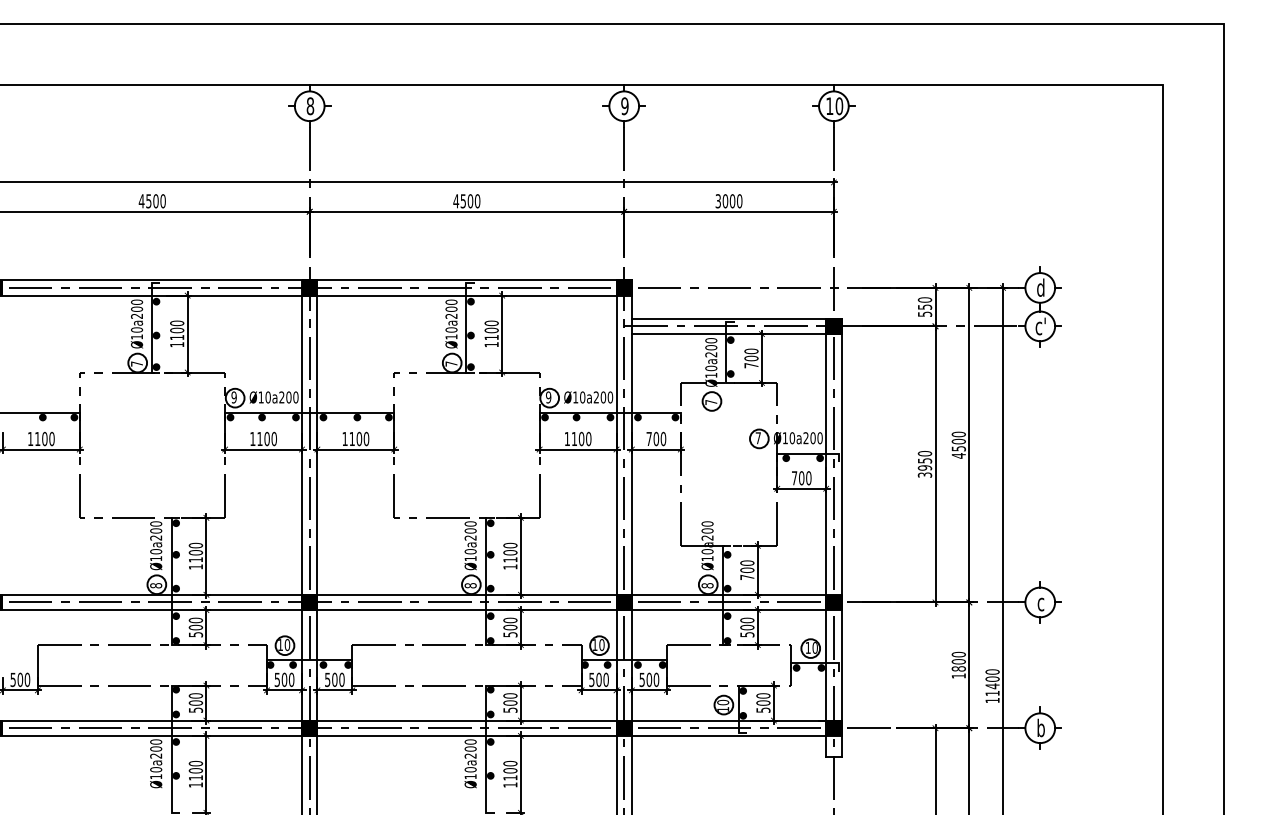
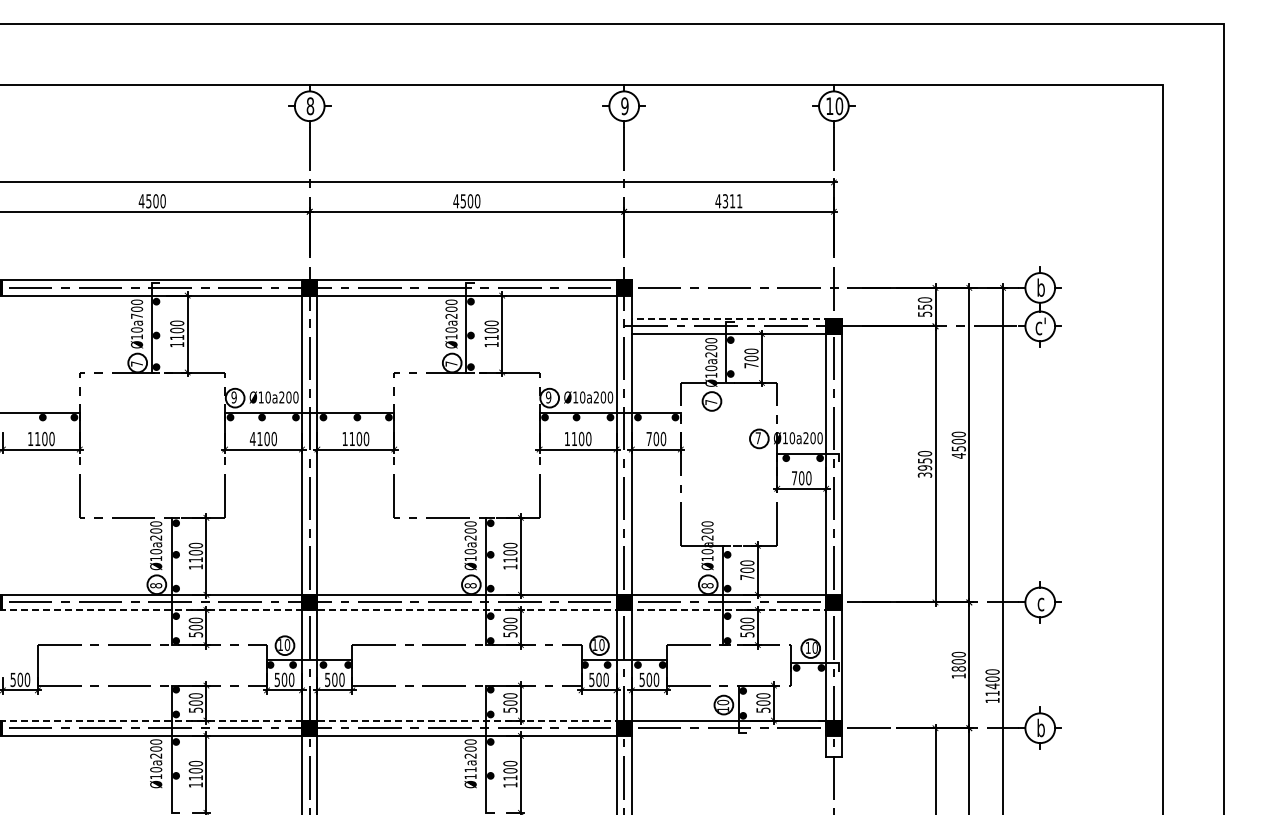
text at (728, 201): 3000 -> 4311
text at (1040, 287): d -> b
text at (136, 315): Ø10a200 -> Ø10a700
line at (736, 318): solid -> dashed
text at (252, 438): 1100 -> 4100
line at (413, 610): solid -> dashed
line at (308, 720): solid -> dashed
line at (728, 735): present -> none
text at (470, 769): Ø10a200 -> Ø11a200
